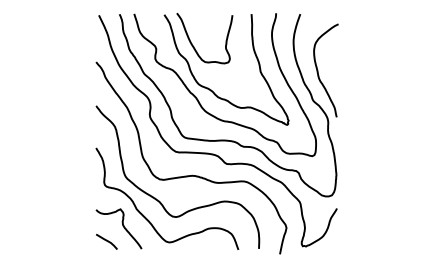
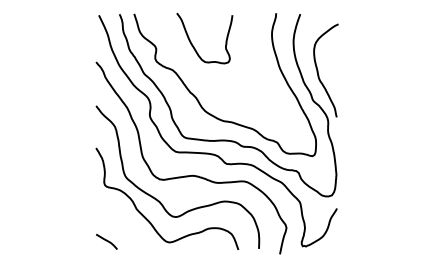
curve at (211, 89): present -> none
curve at (122, 226): present -> none
